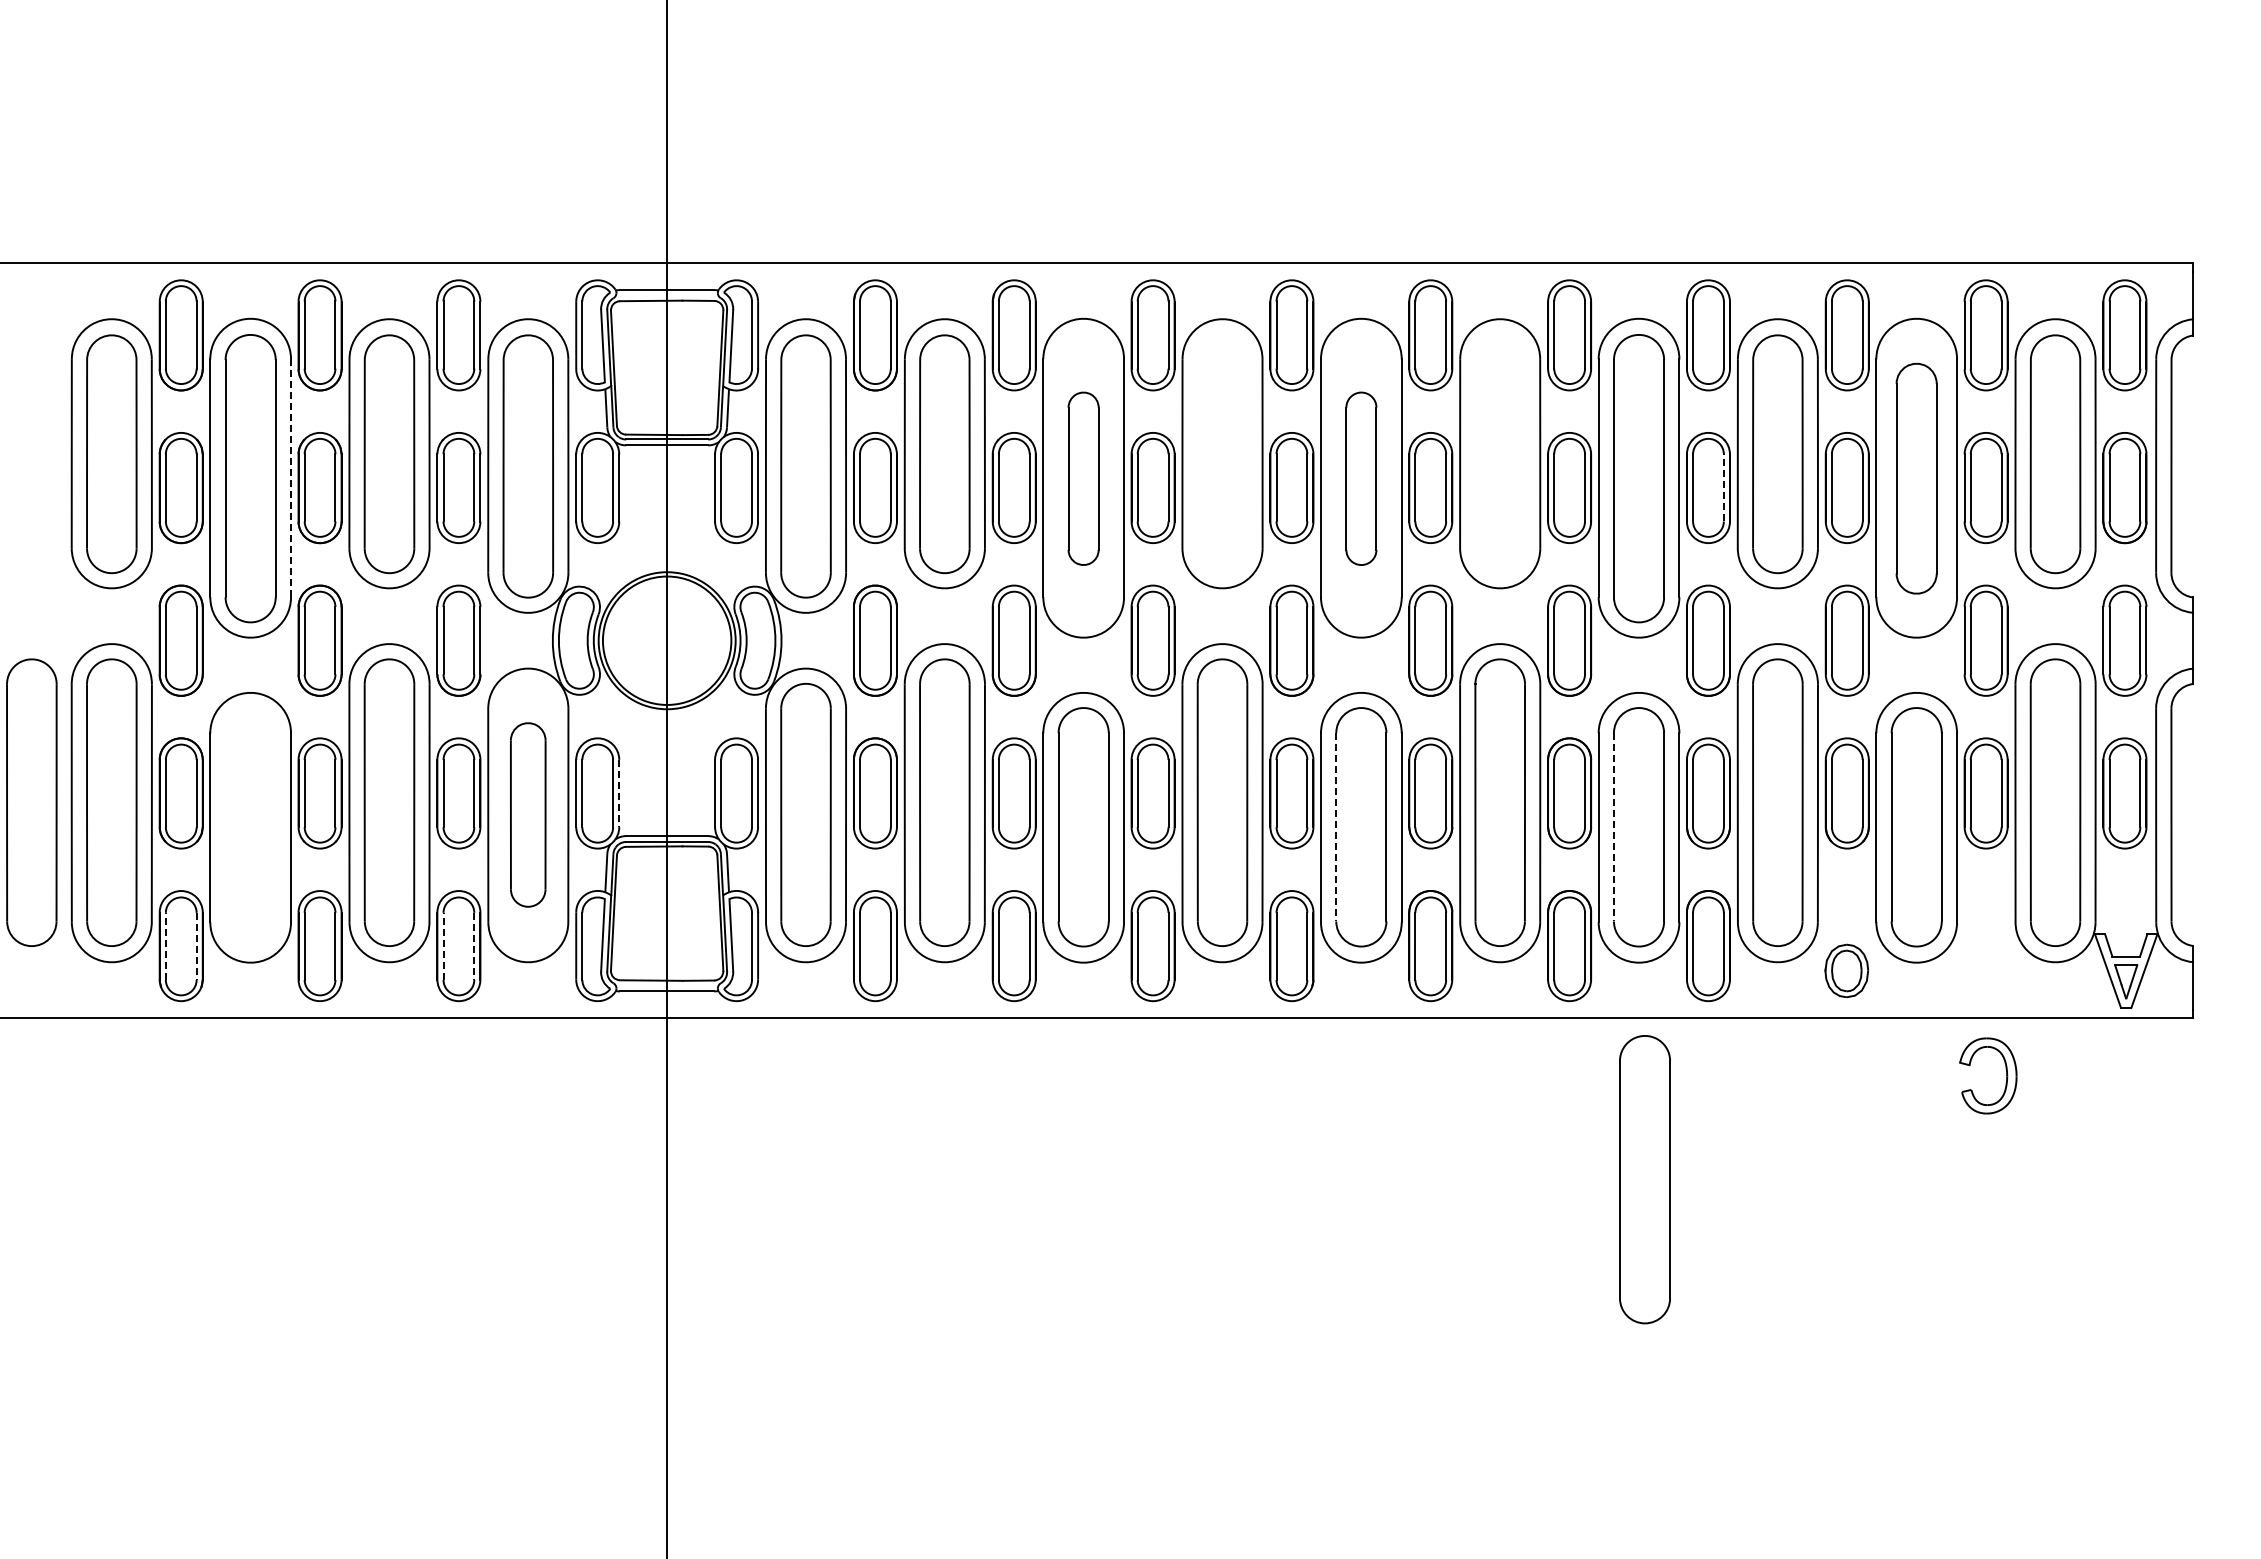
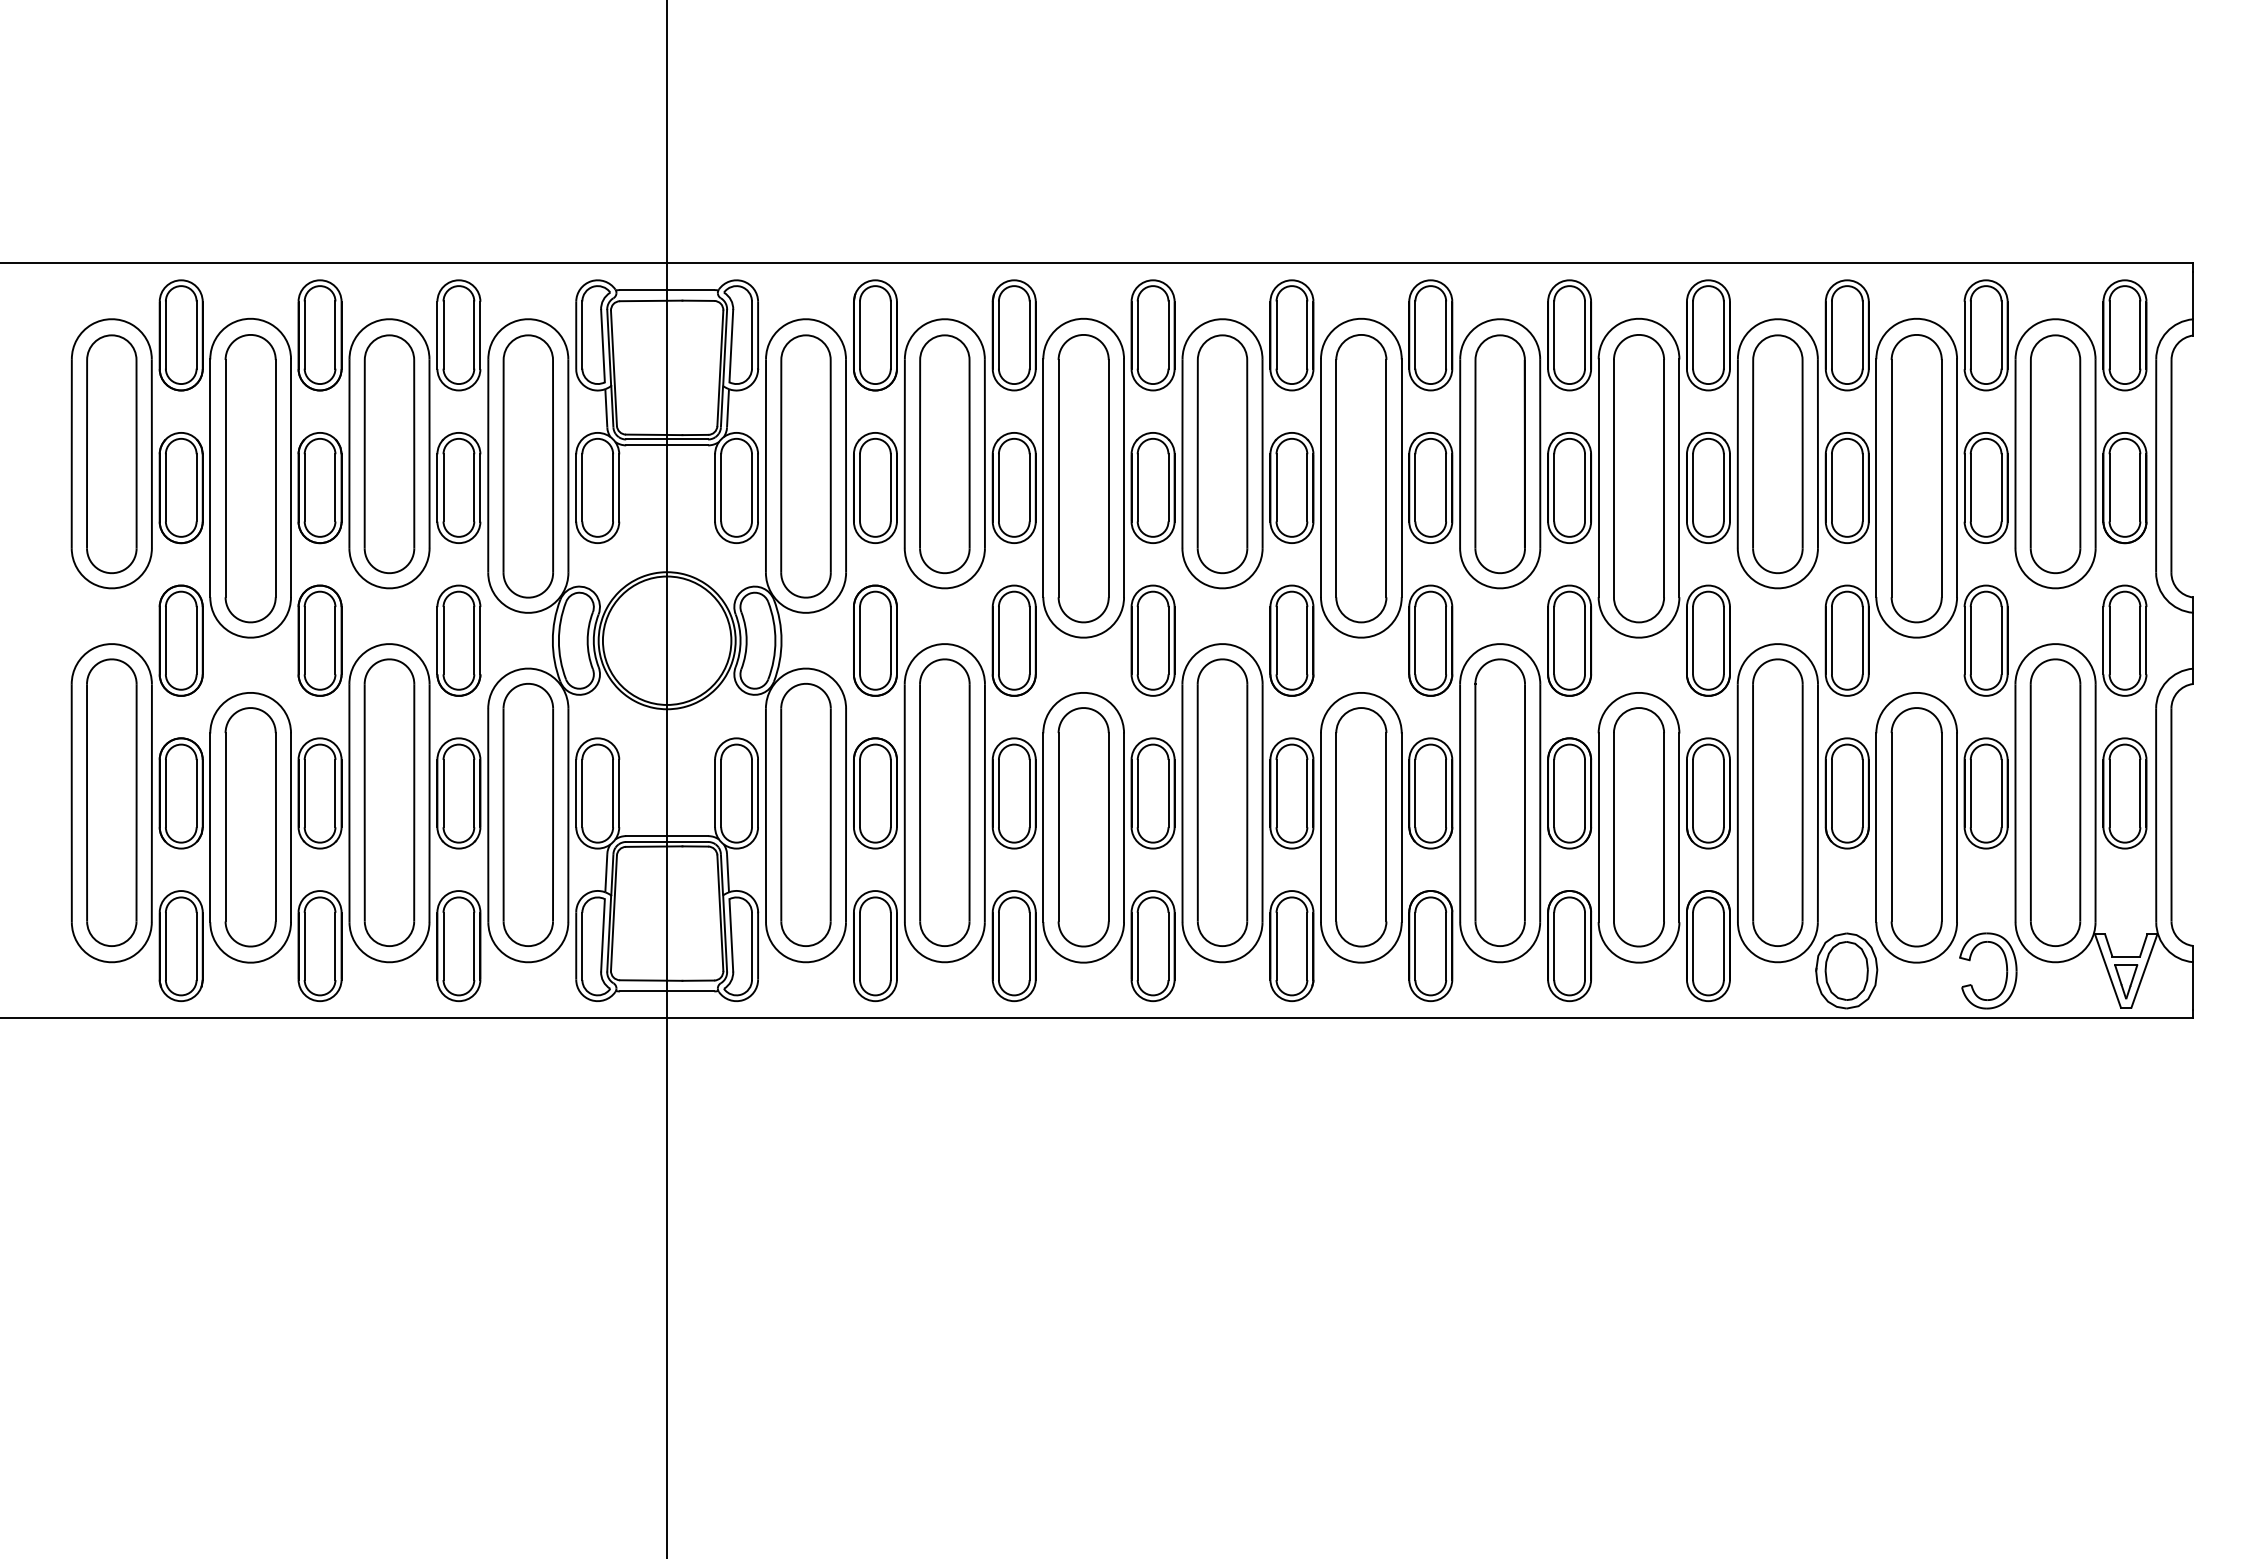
part at (1222, 454): none -> present
part at (1499, 454): none -> present
line at (291, 478): dashed -> solid
part at (1083, 478) size: 33x175 px -> 53x290 px
part at (1361, 478) size: 33x175 px -> 53x290 px
part at (1916, 478) size: 43x232 px -> 53x290 px
line at (1723, 487): dashed -> solid
line at (619, 793): dashed -> solid
part at (31, 802): present -> none
part at (528, 814) size: 37x186 px -> 52x264 px
part at (250, 827): none -> present
line at (1336, 827): dashed -> solid
line at (1613, 827): dashed -> solid
line at (165, 946): dashed -> solid
line at (196, 946): dashed -> solid
line at (443, 946): dashed -> solid
line at (474, 946): dashed -> solid
part at (1846, 970) size: 46x56 px -> 64x78 px
part at (2006, 1075) position: (2006, 1075) -> (2006, 970)
part at (1644, 1179): present -> none
